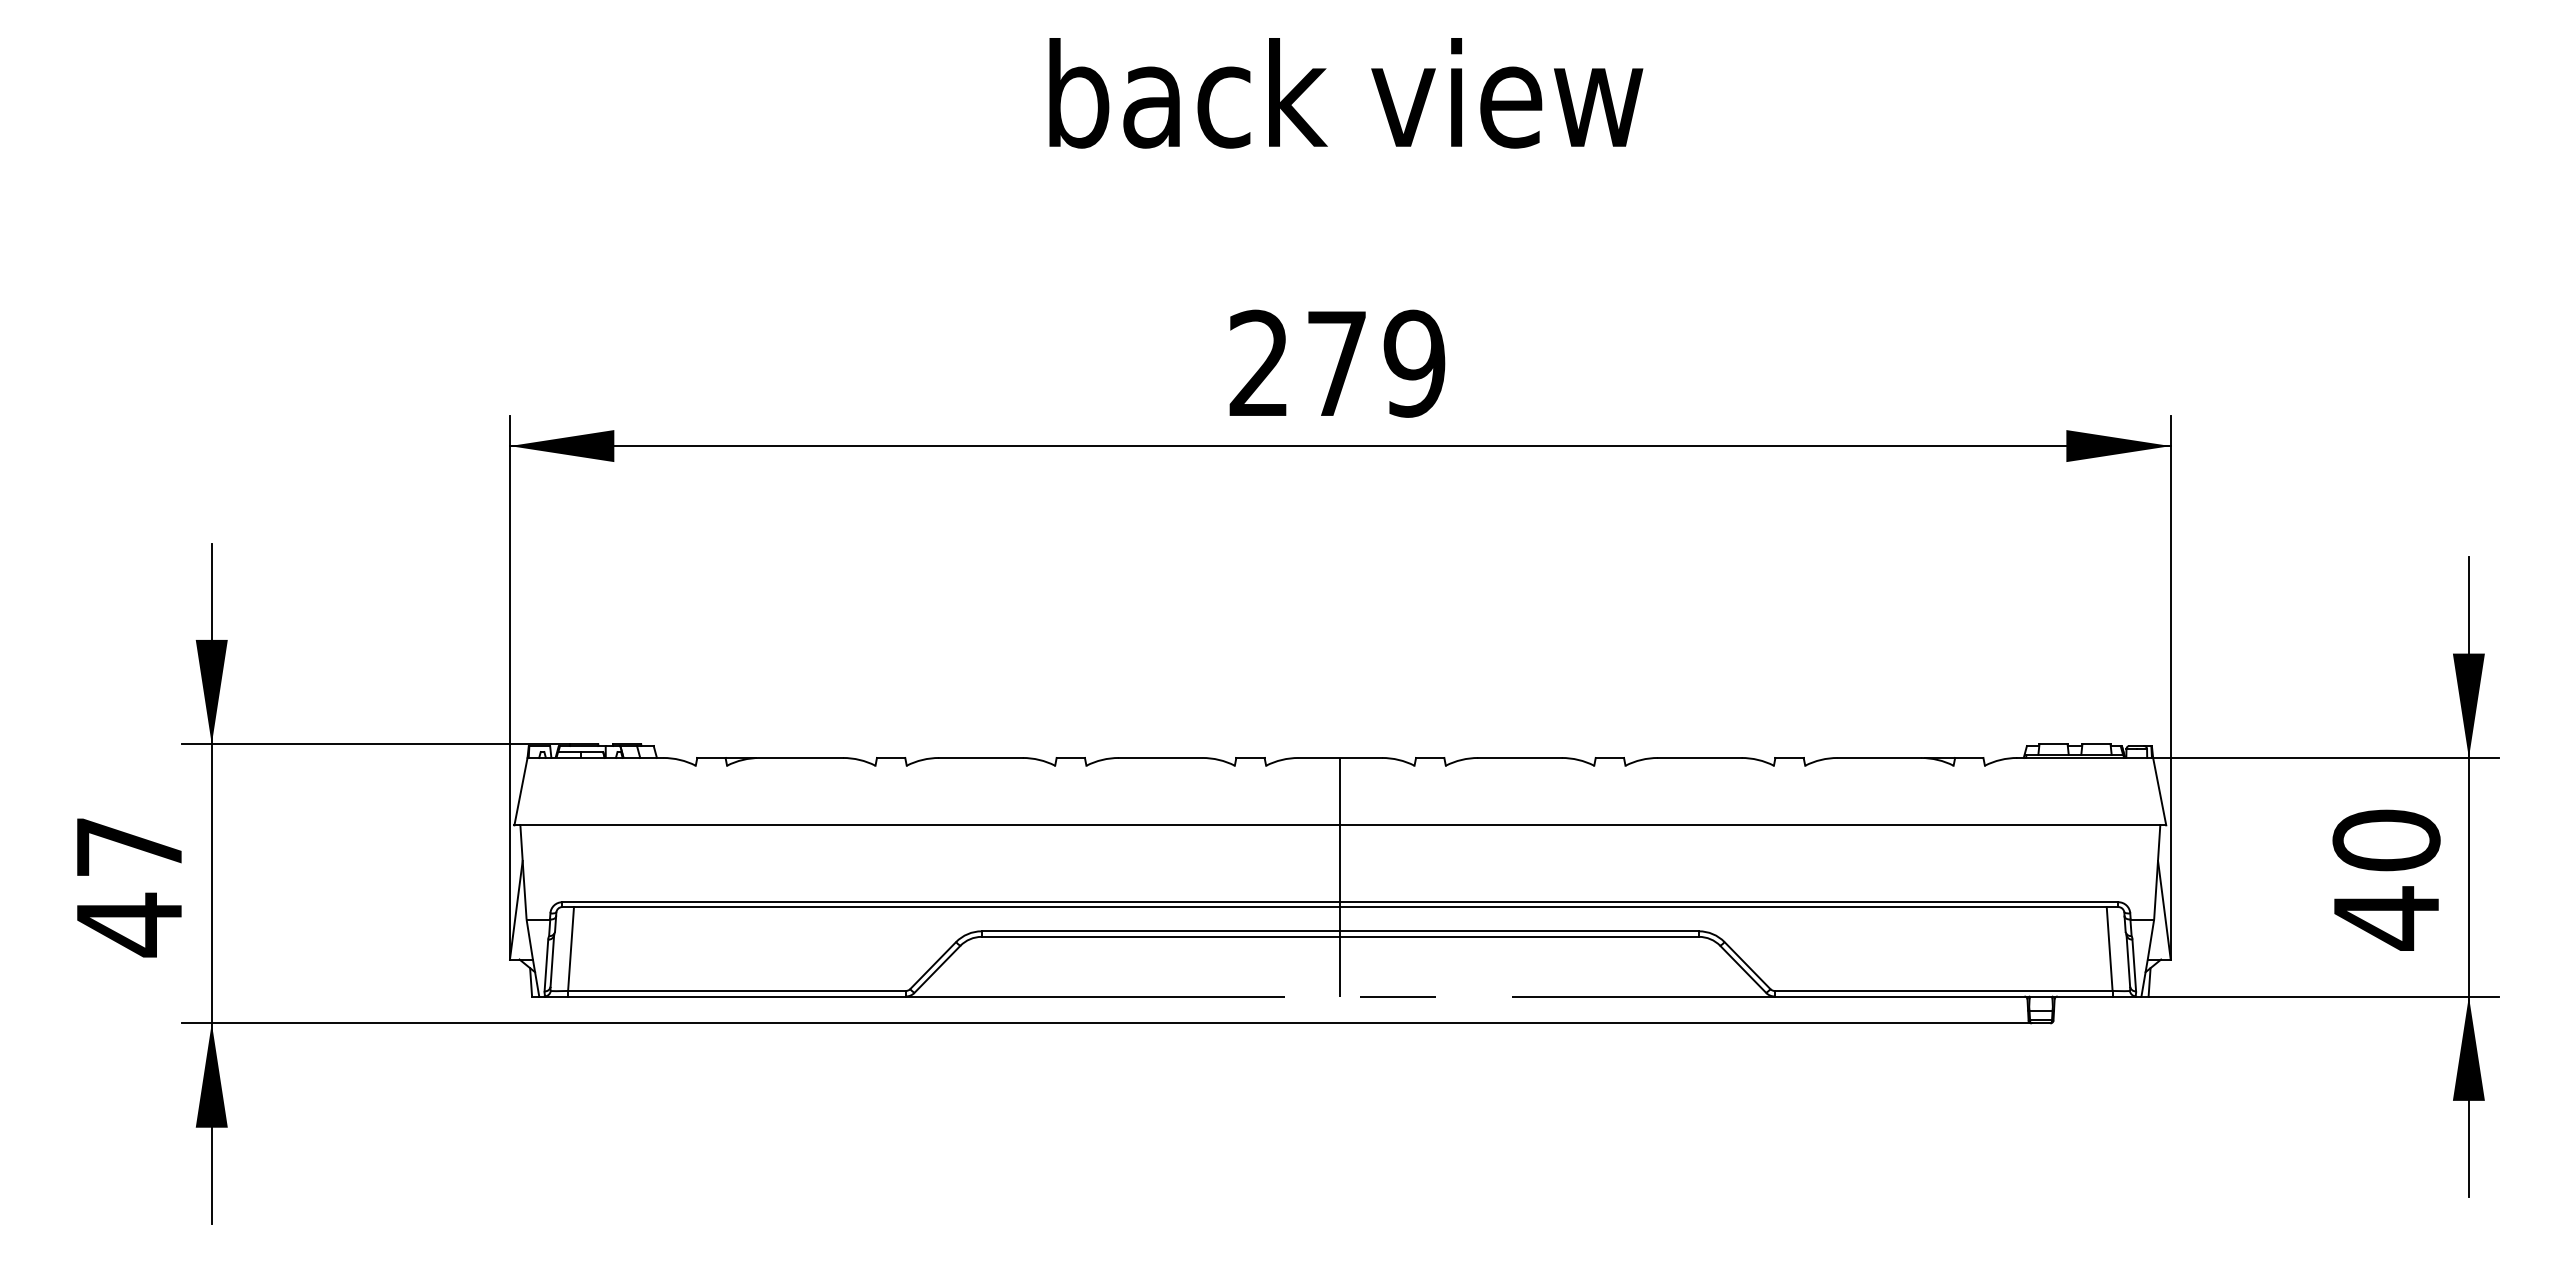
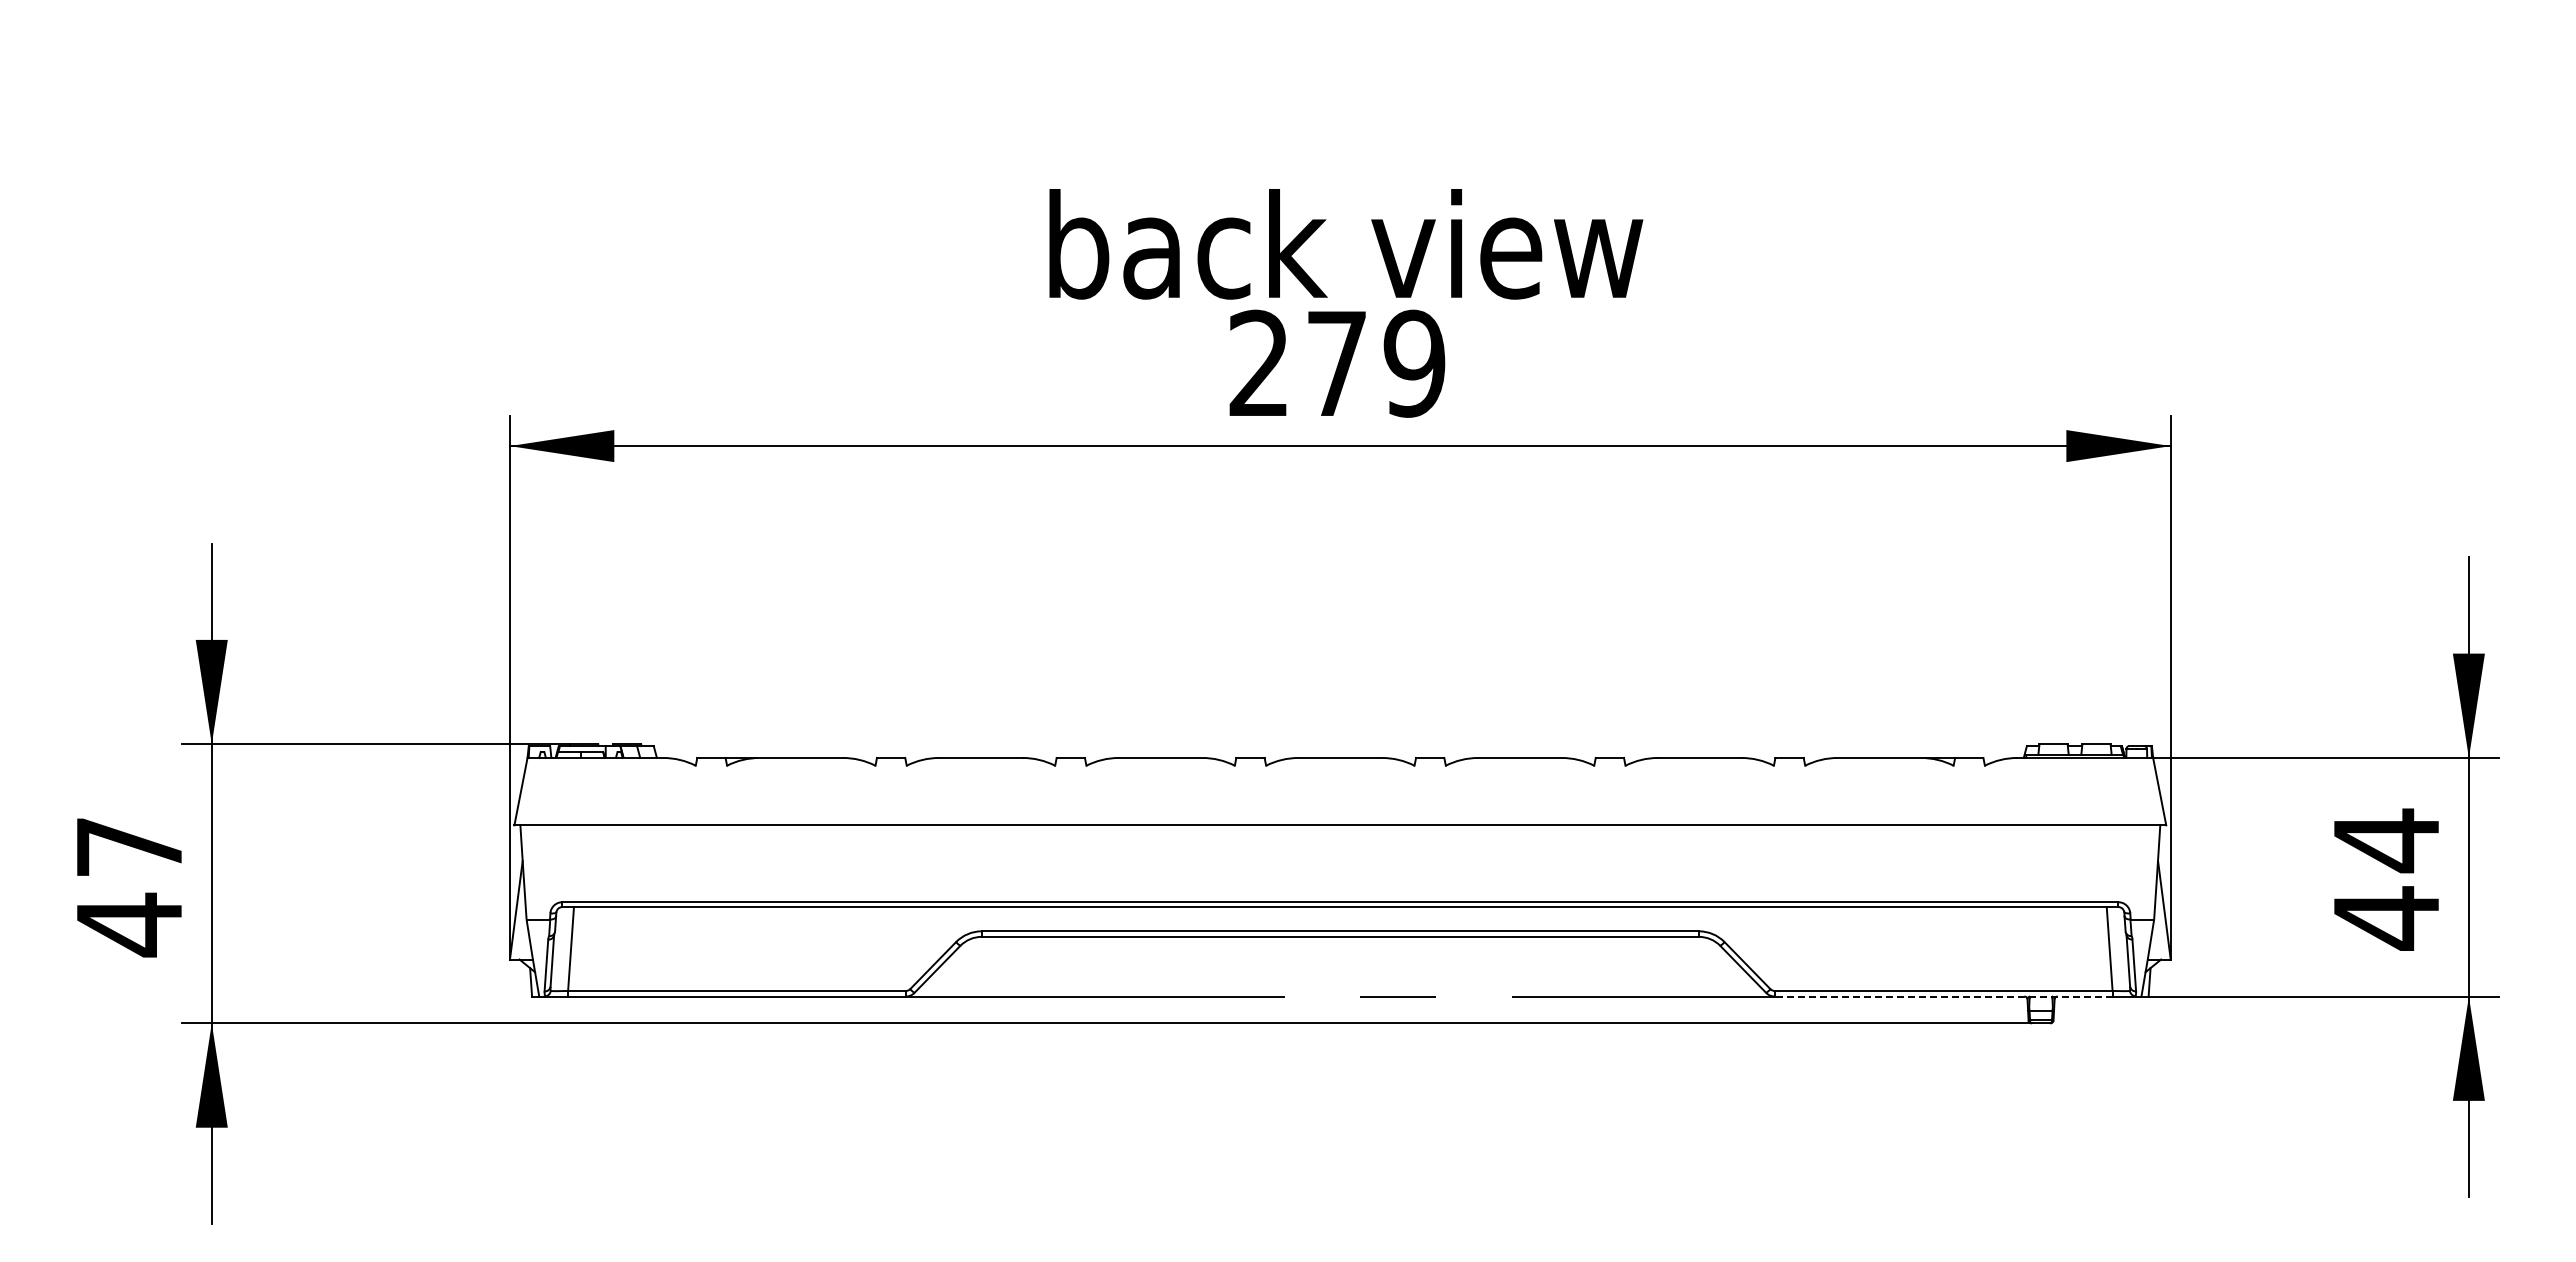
text at (1346, 93) position: (1346, 93) -> (1346, 244)
text at (2386, 840): 40 -> 44
line at (1340, 876): present -> none
line at (1943, 996): solid -> dashed
